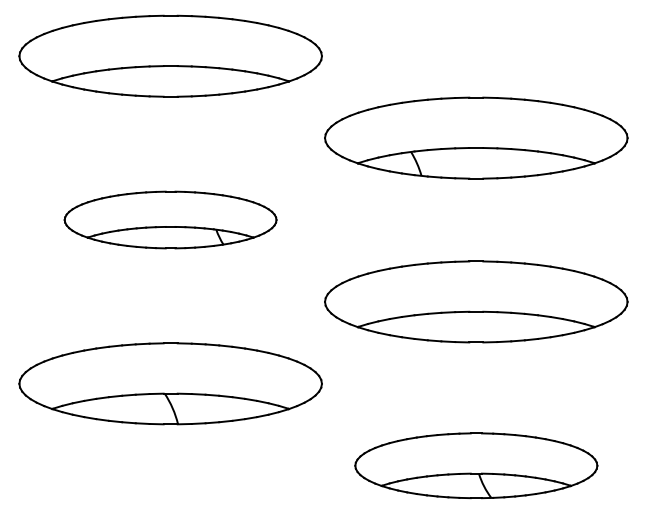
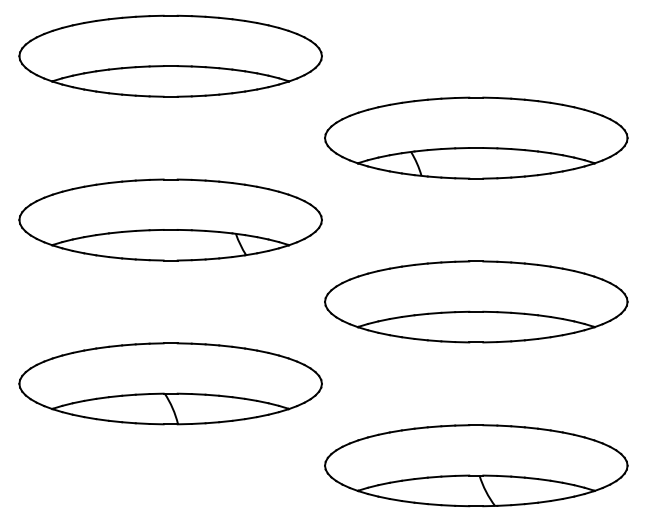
part at (170, 219) size: 215x60 px -> 305x84 px
part at (476, 465) size: 245x68 px -> 305x84 px
